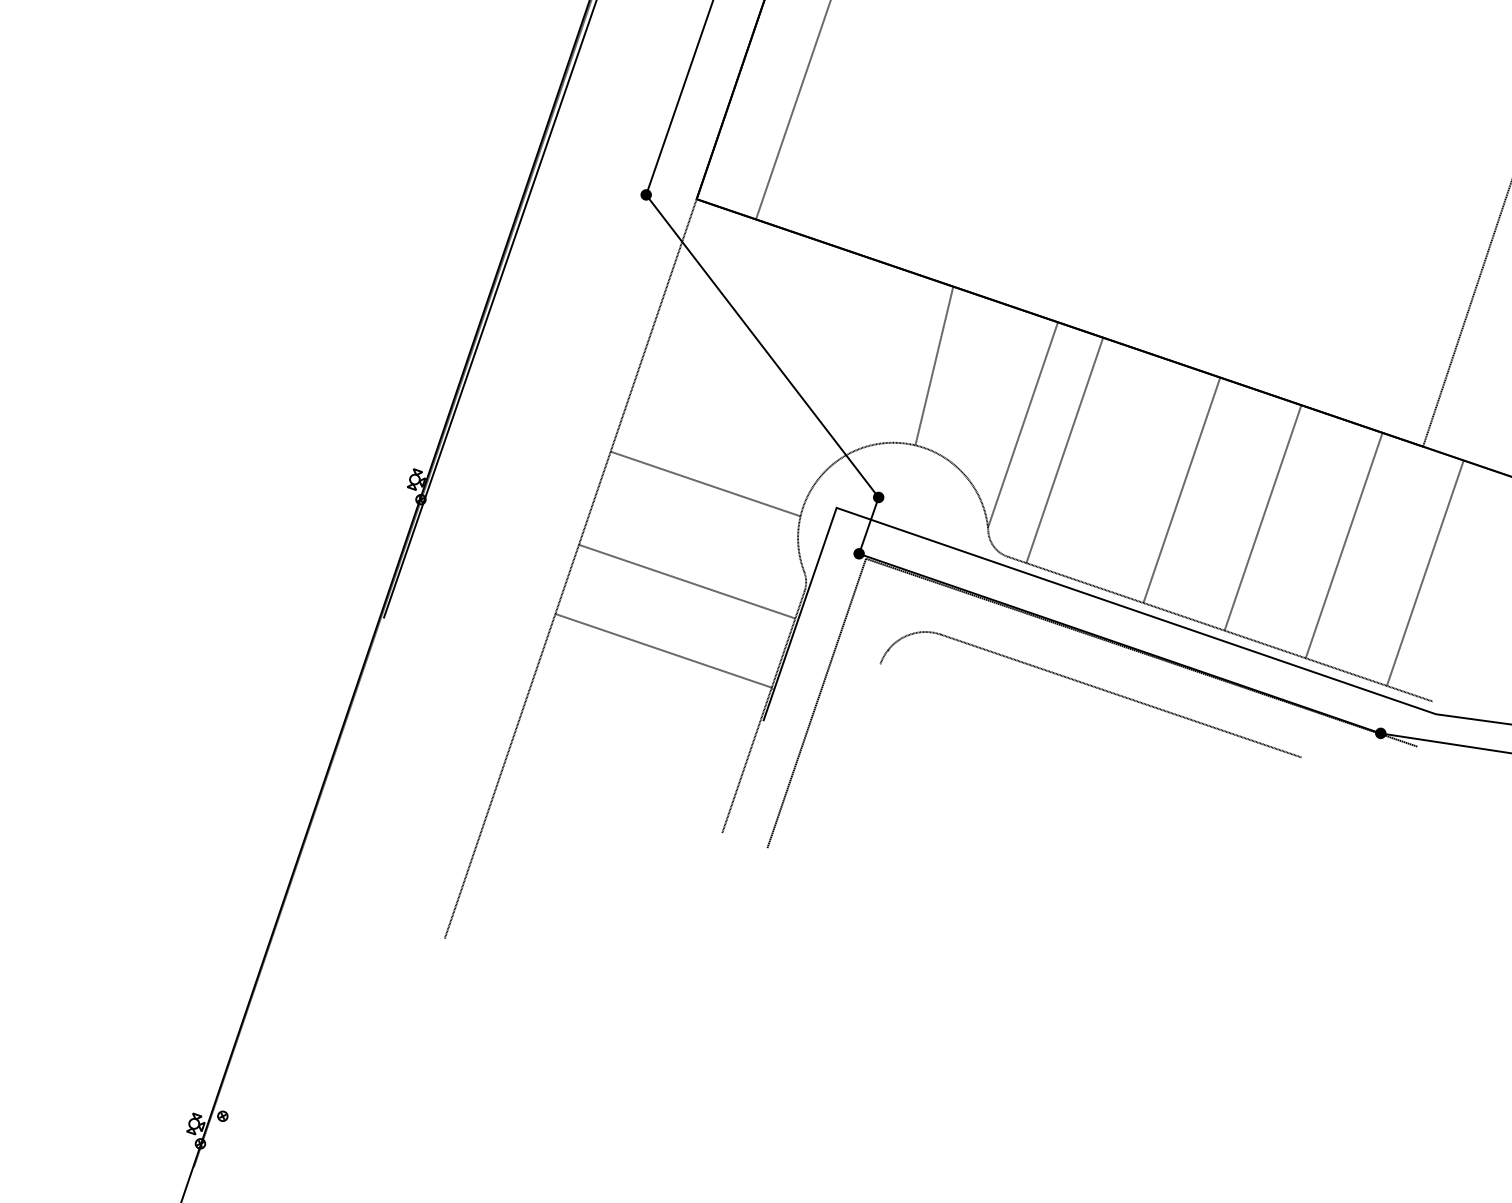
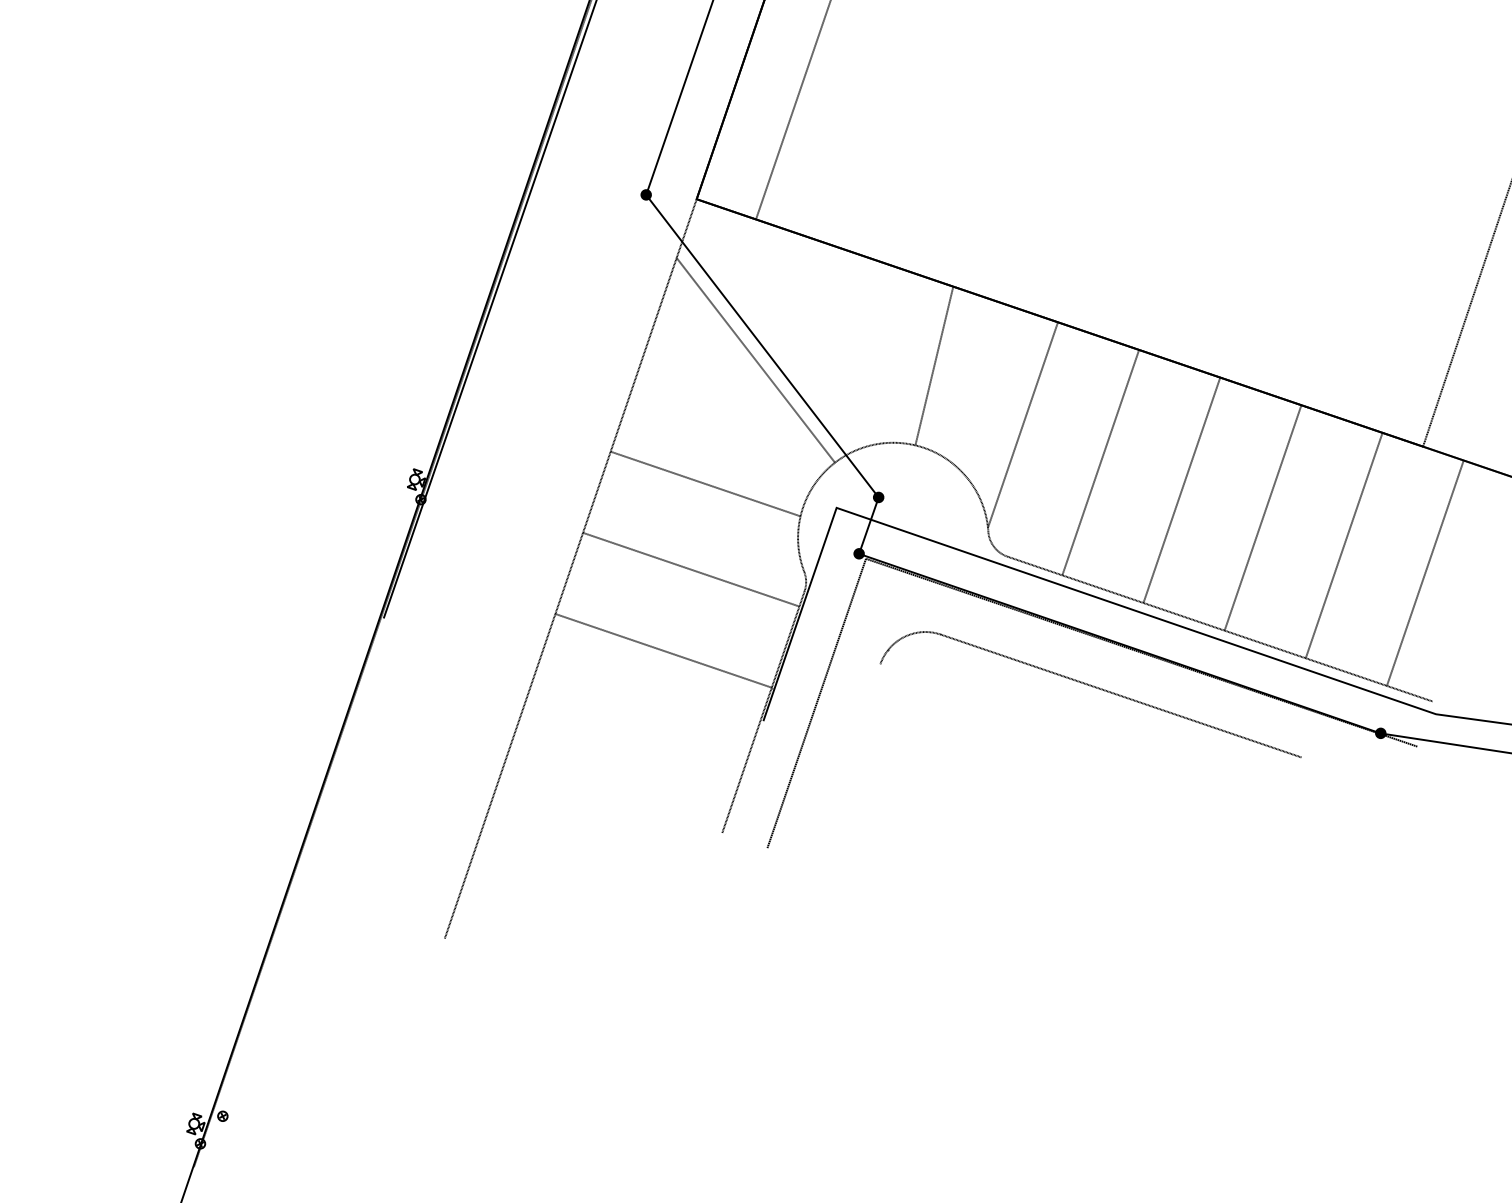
line at (755, 360): none -> present
line at (1064, 450) position: (1064, 450) -> (1100, 462)
line at (687, 581) position: (687, 581) -> (691, 569)
